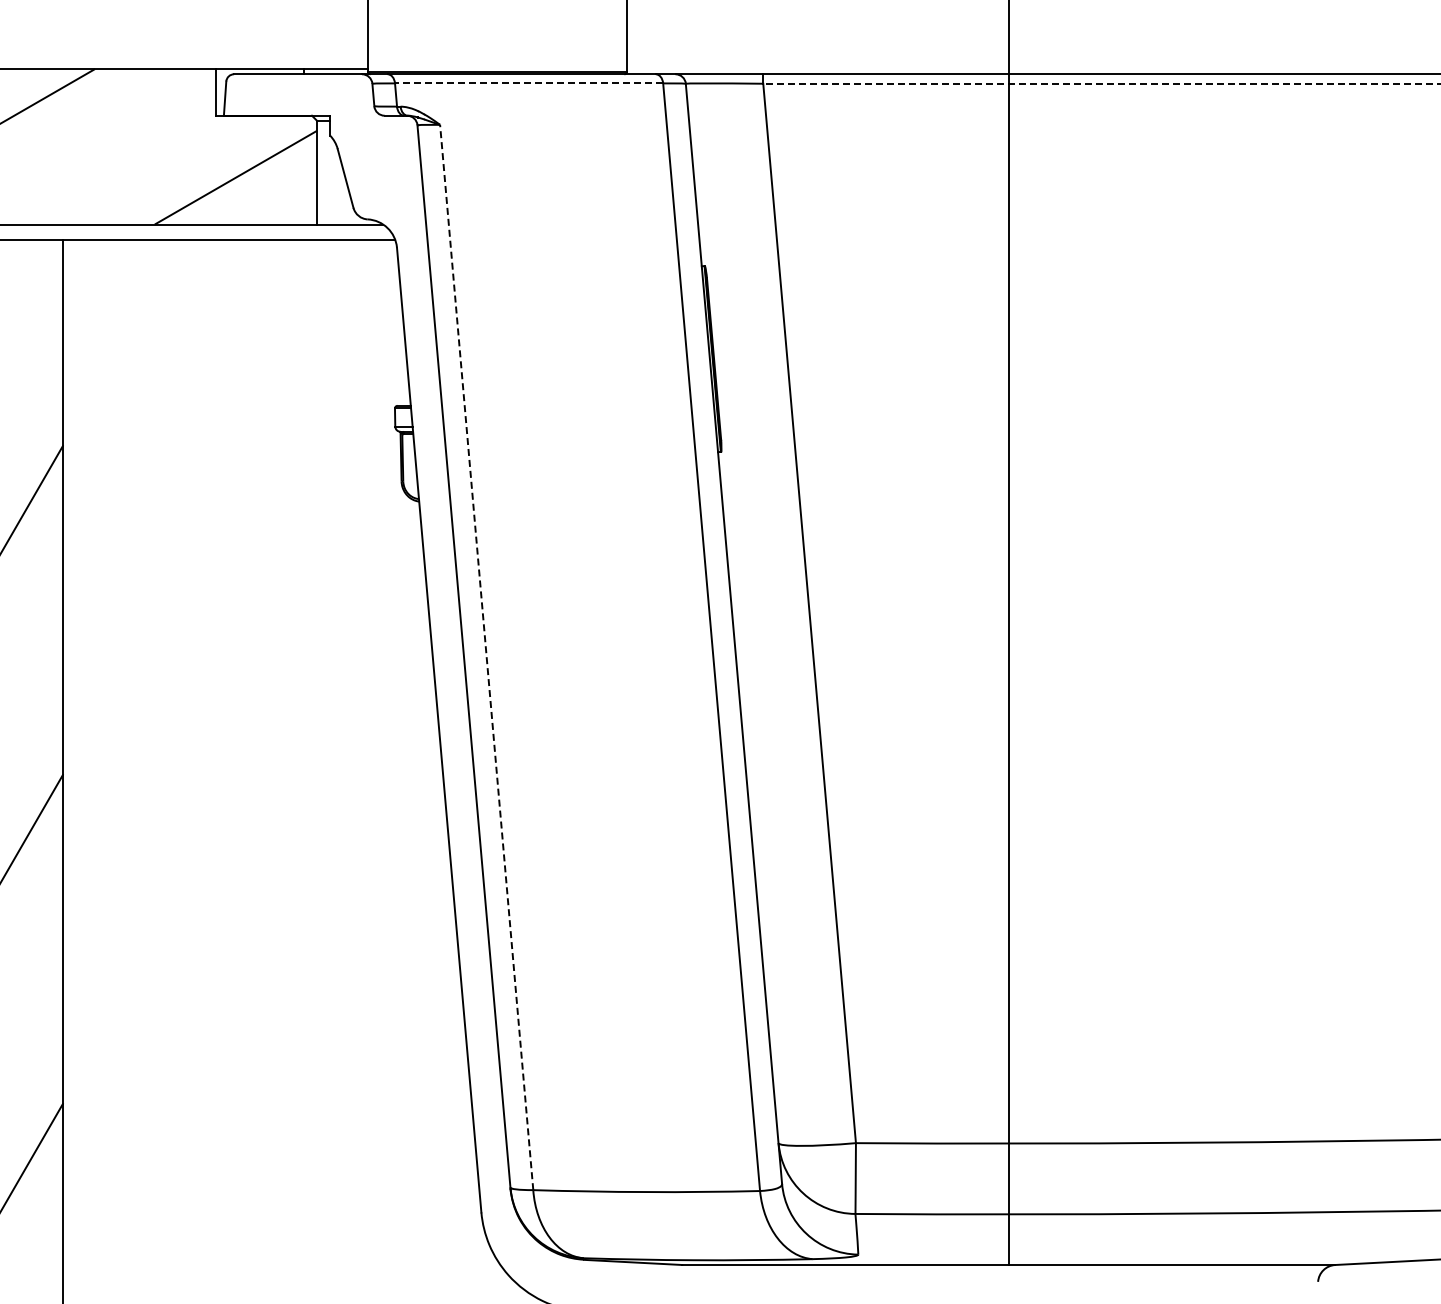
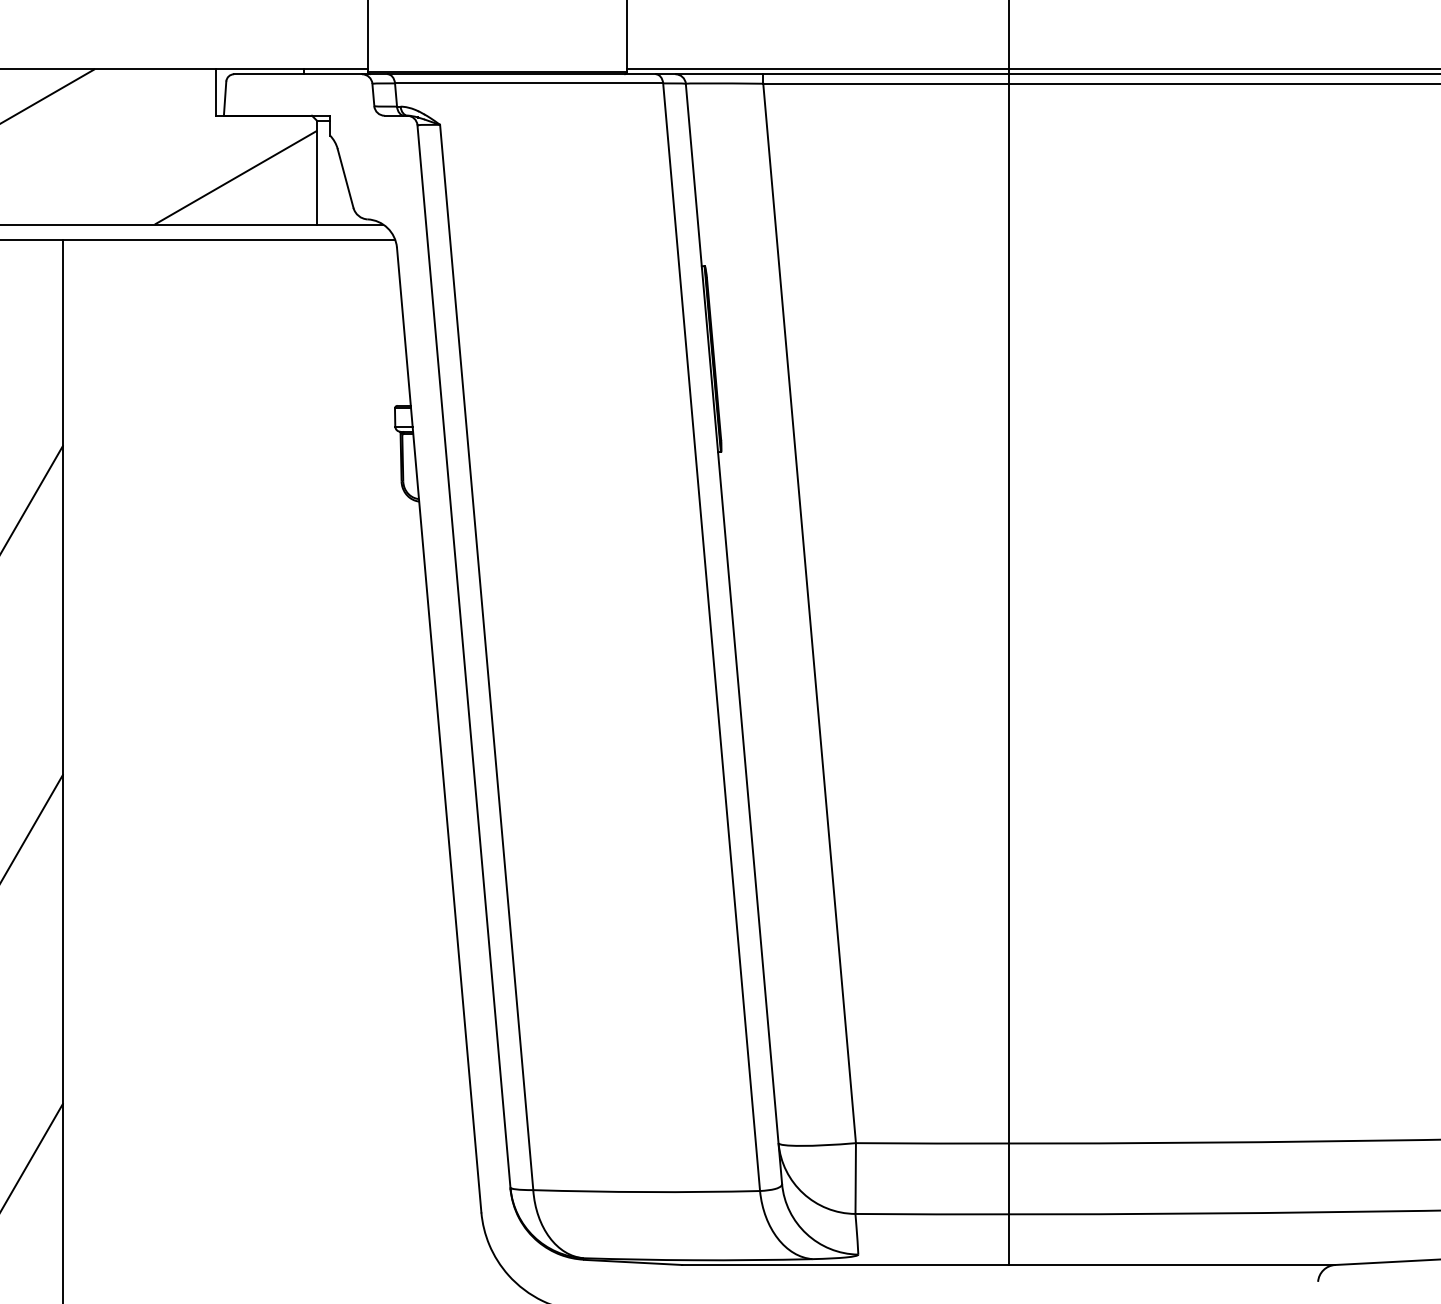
line at (1032, 69): none -> present
line at (528, 83): dashed -> solid
line at (1102, 83): dashed -> solid
line at (486, 657): dashed -> solid
